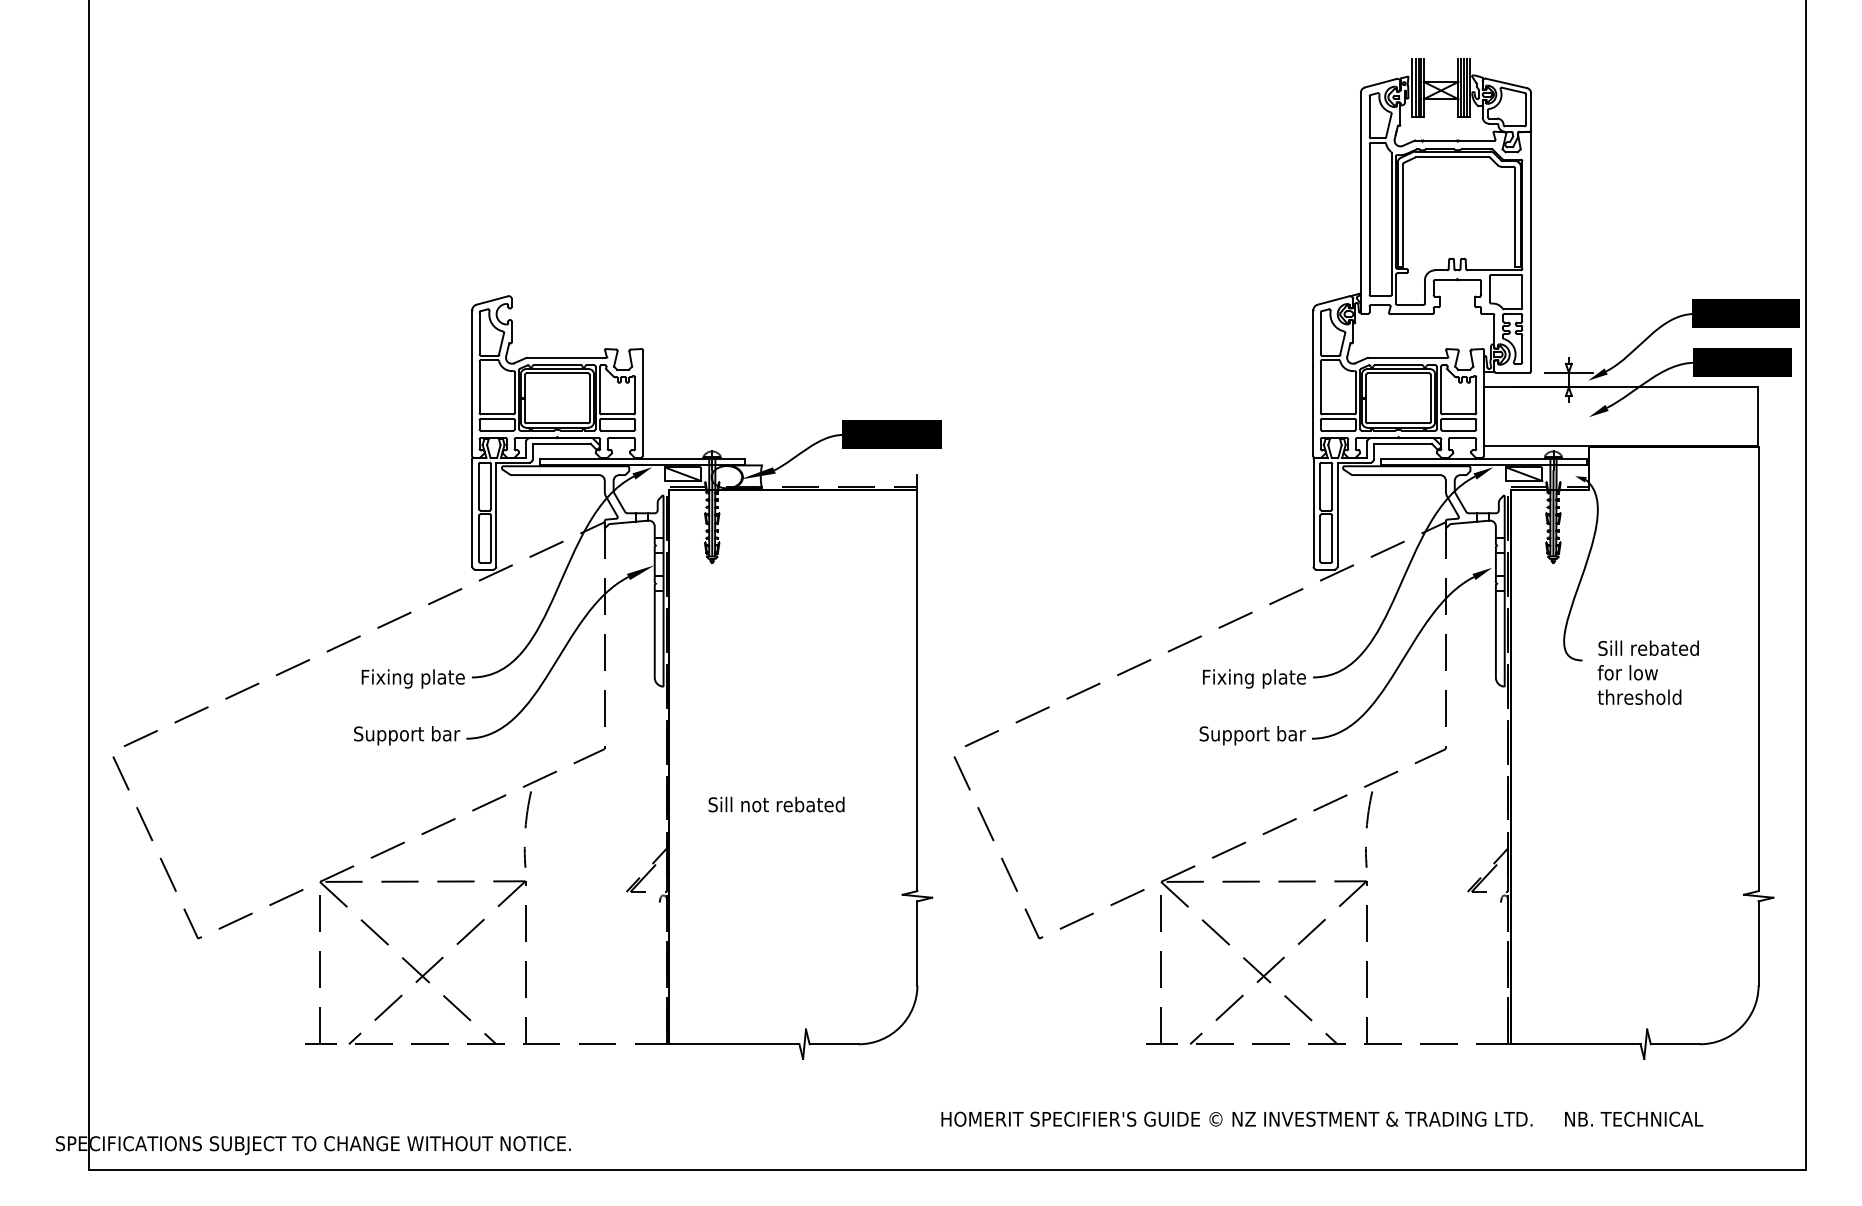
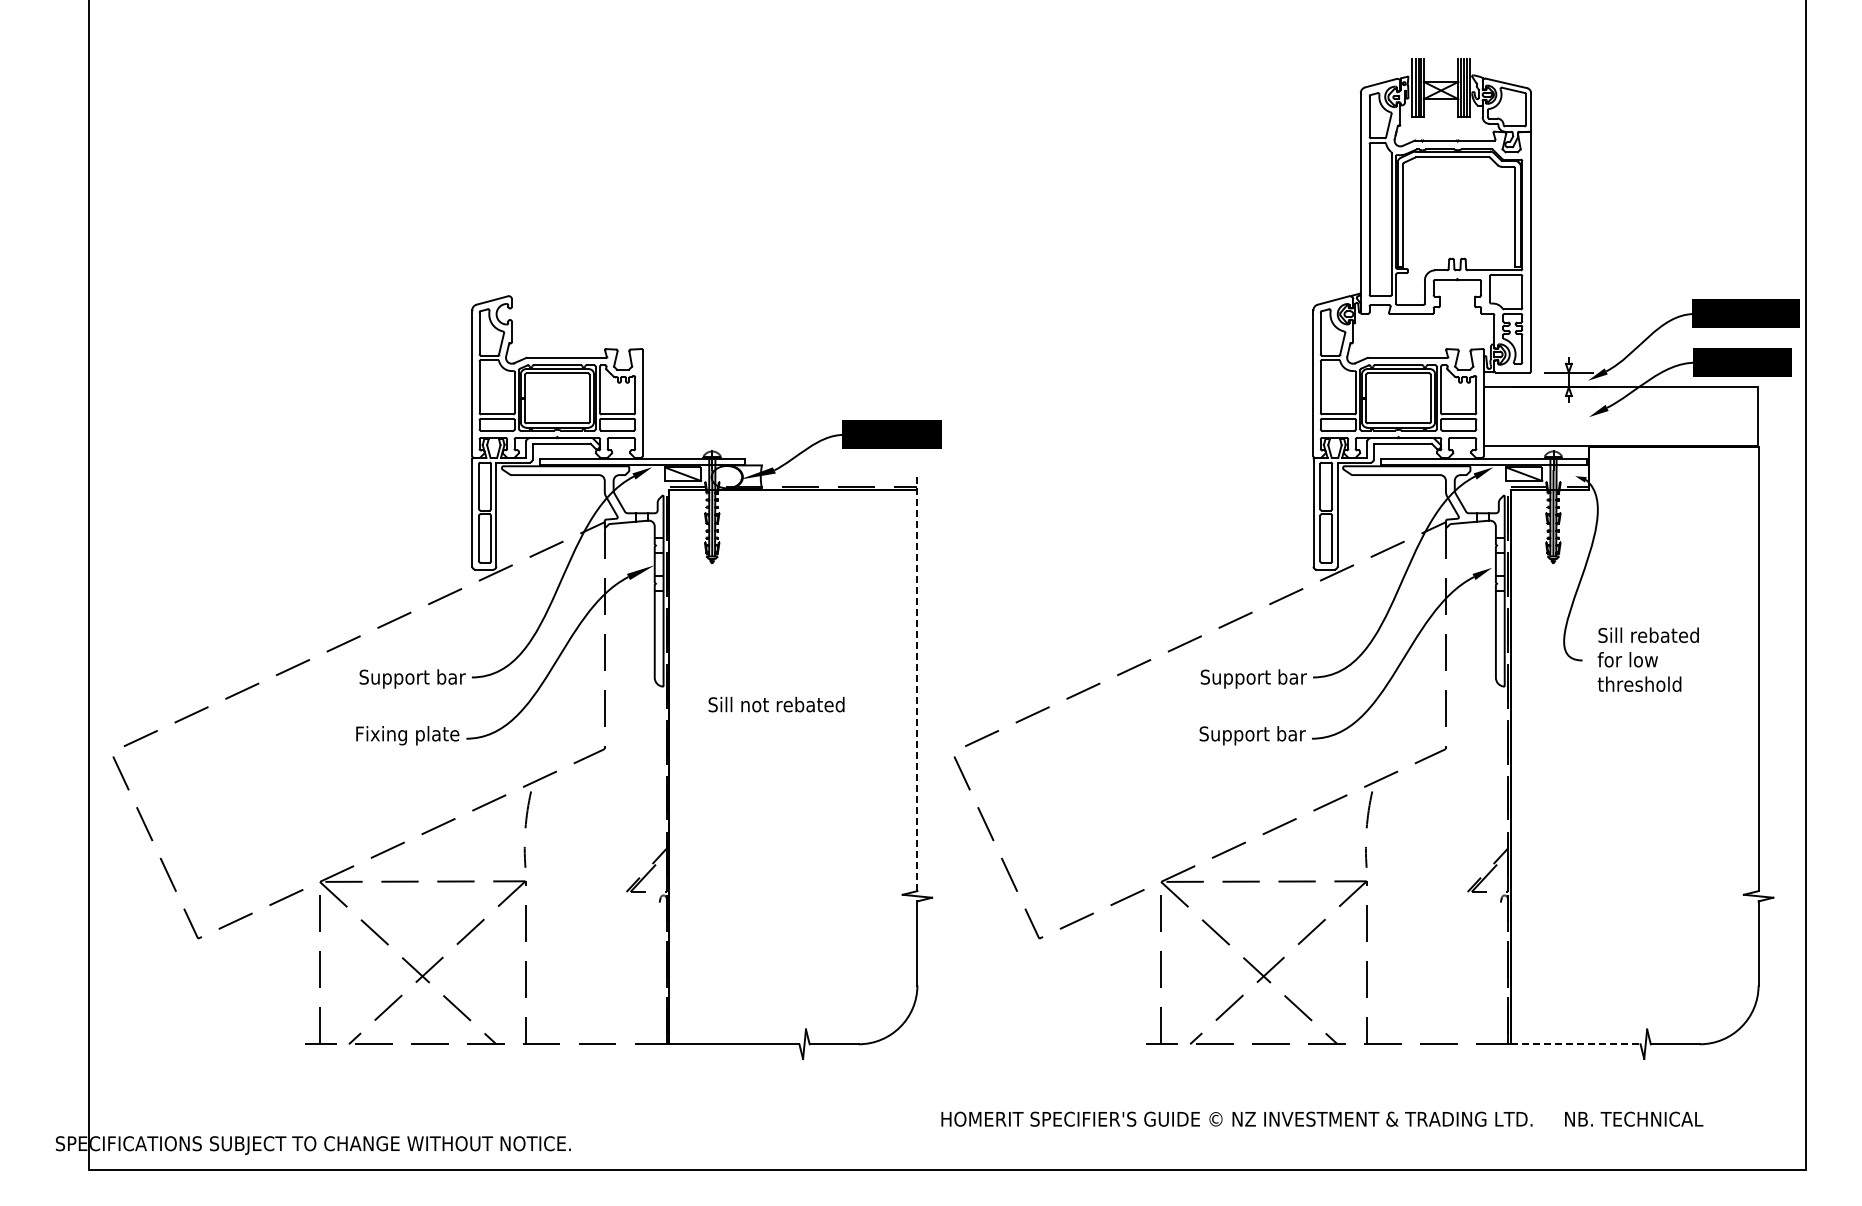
text at (1647, 672) position: (1647, 672) -> (1647, 659)
text at (412, 678): Fixing plate -> Support bar
text at (1253, 678): Fixing plate -> Support bar
line at (917, 682): solid -> dashed
text at (407, 735): Support bar -> Fixing plate
text at (776, 804) position: (776, 804) -> (776, 704)
line at (1575, 1044): solid -> dashed
